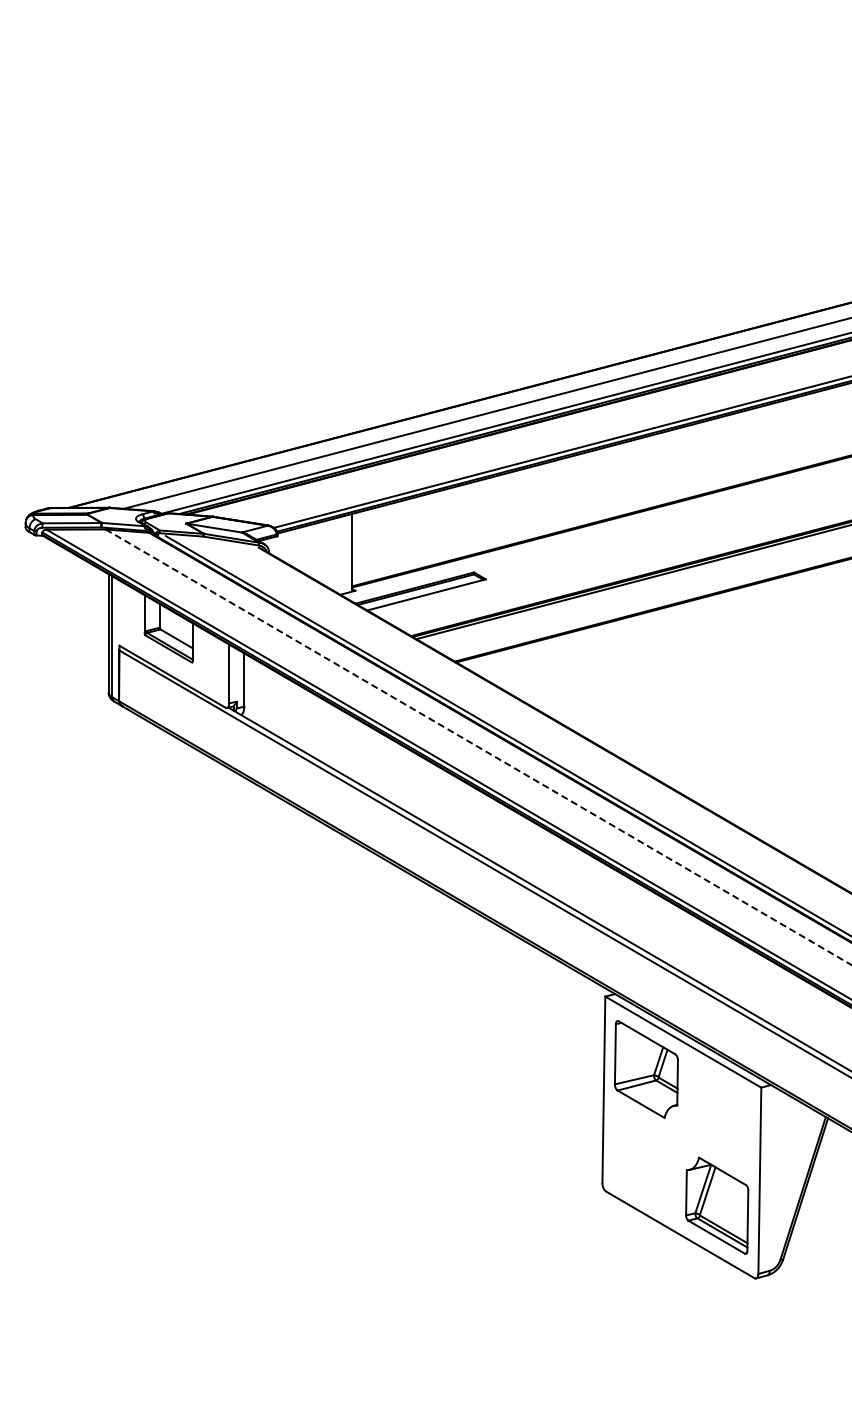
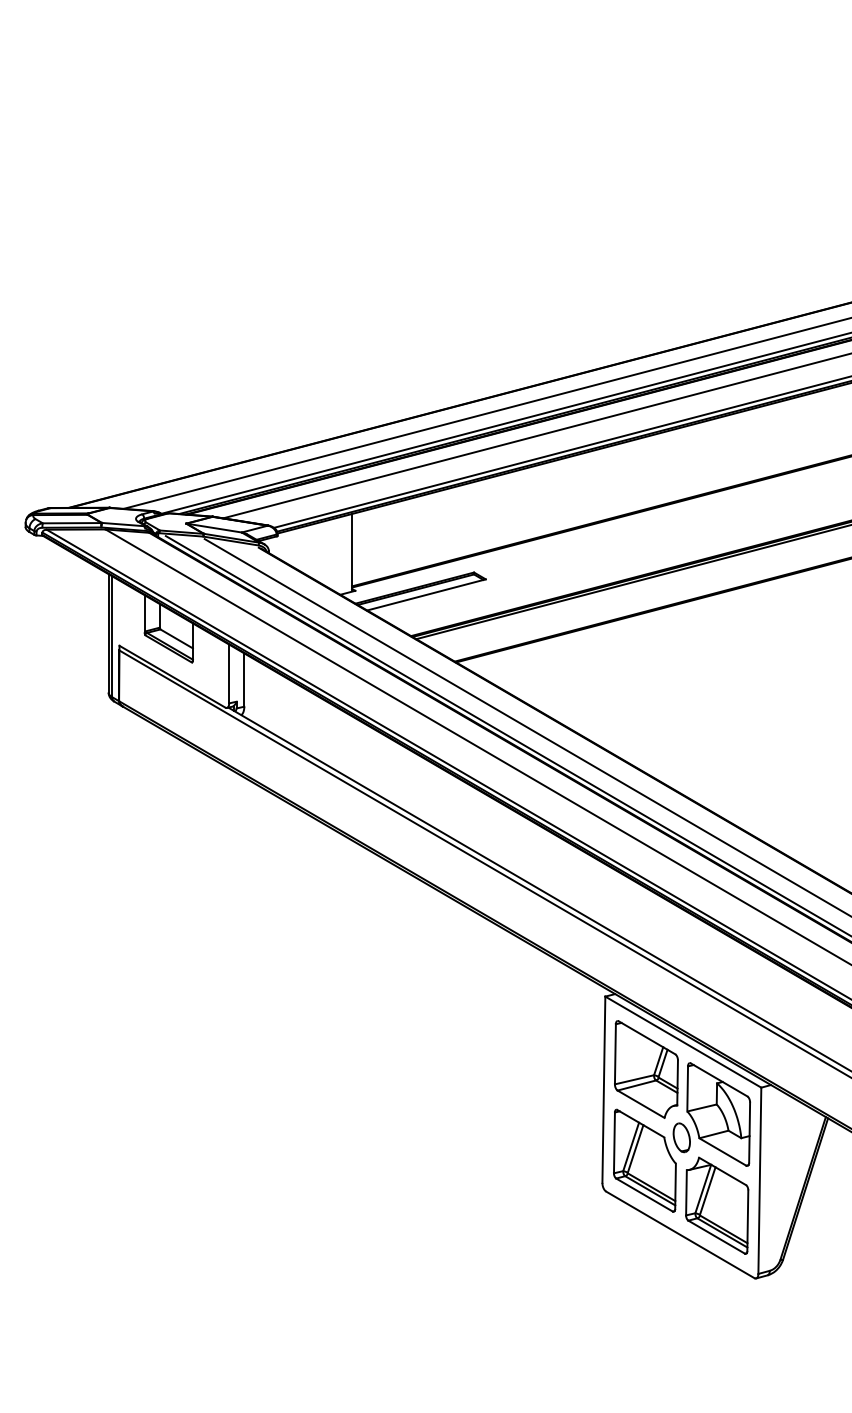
line at (535, 436): none -> present
line at (526, 726): none -> present
line at (478, 747): dashed -> solid
part at (682, 1137): none -> present
